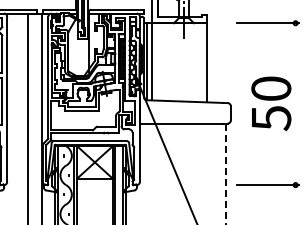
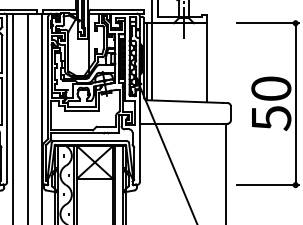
line at (295, 104): none -> present
line at (13, 117): none -> present
line at (226, 174): dashed -> solid
